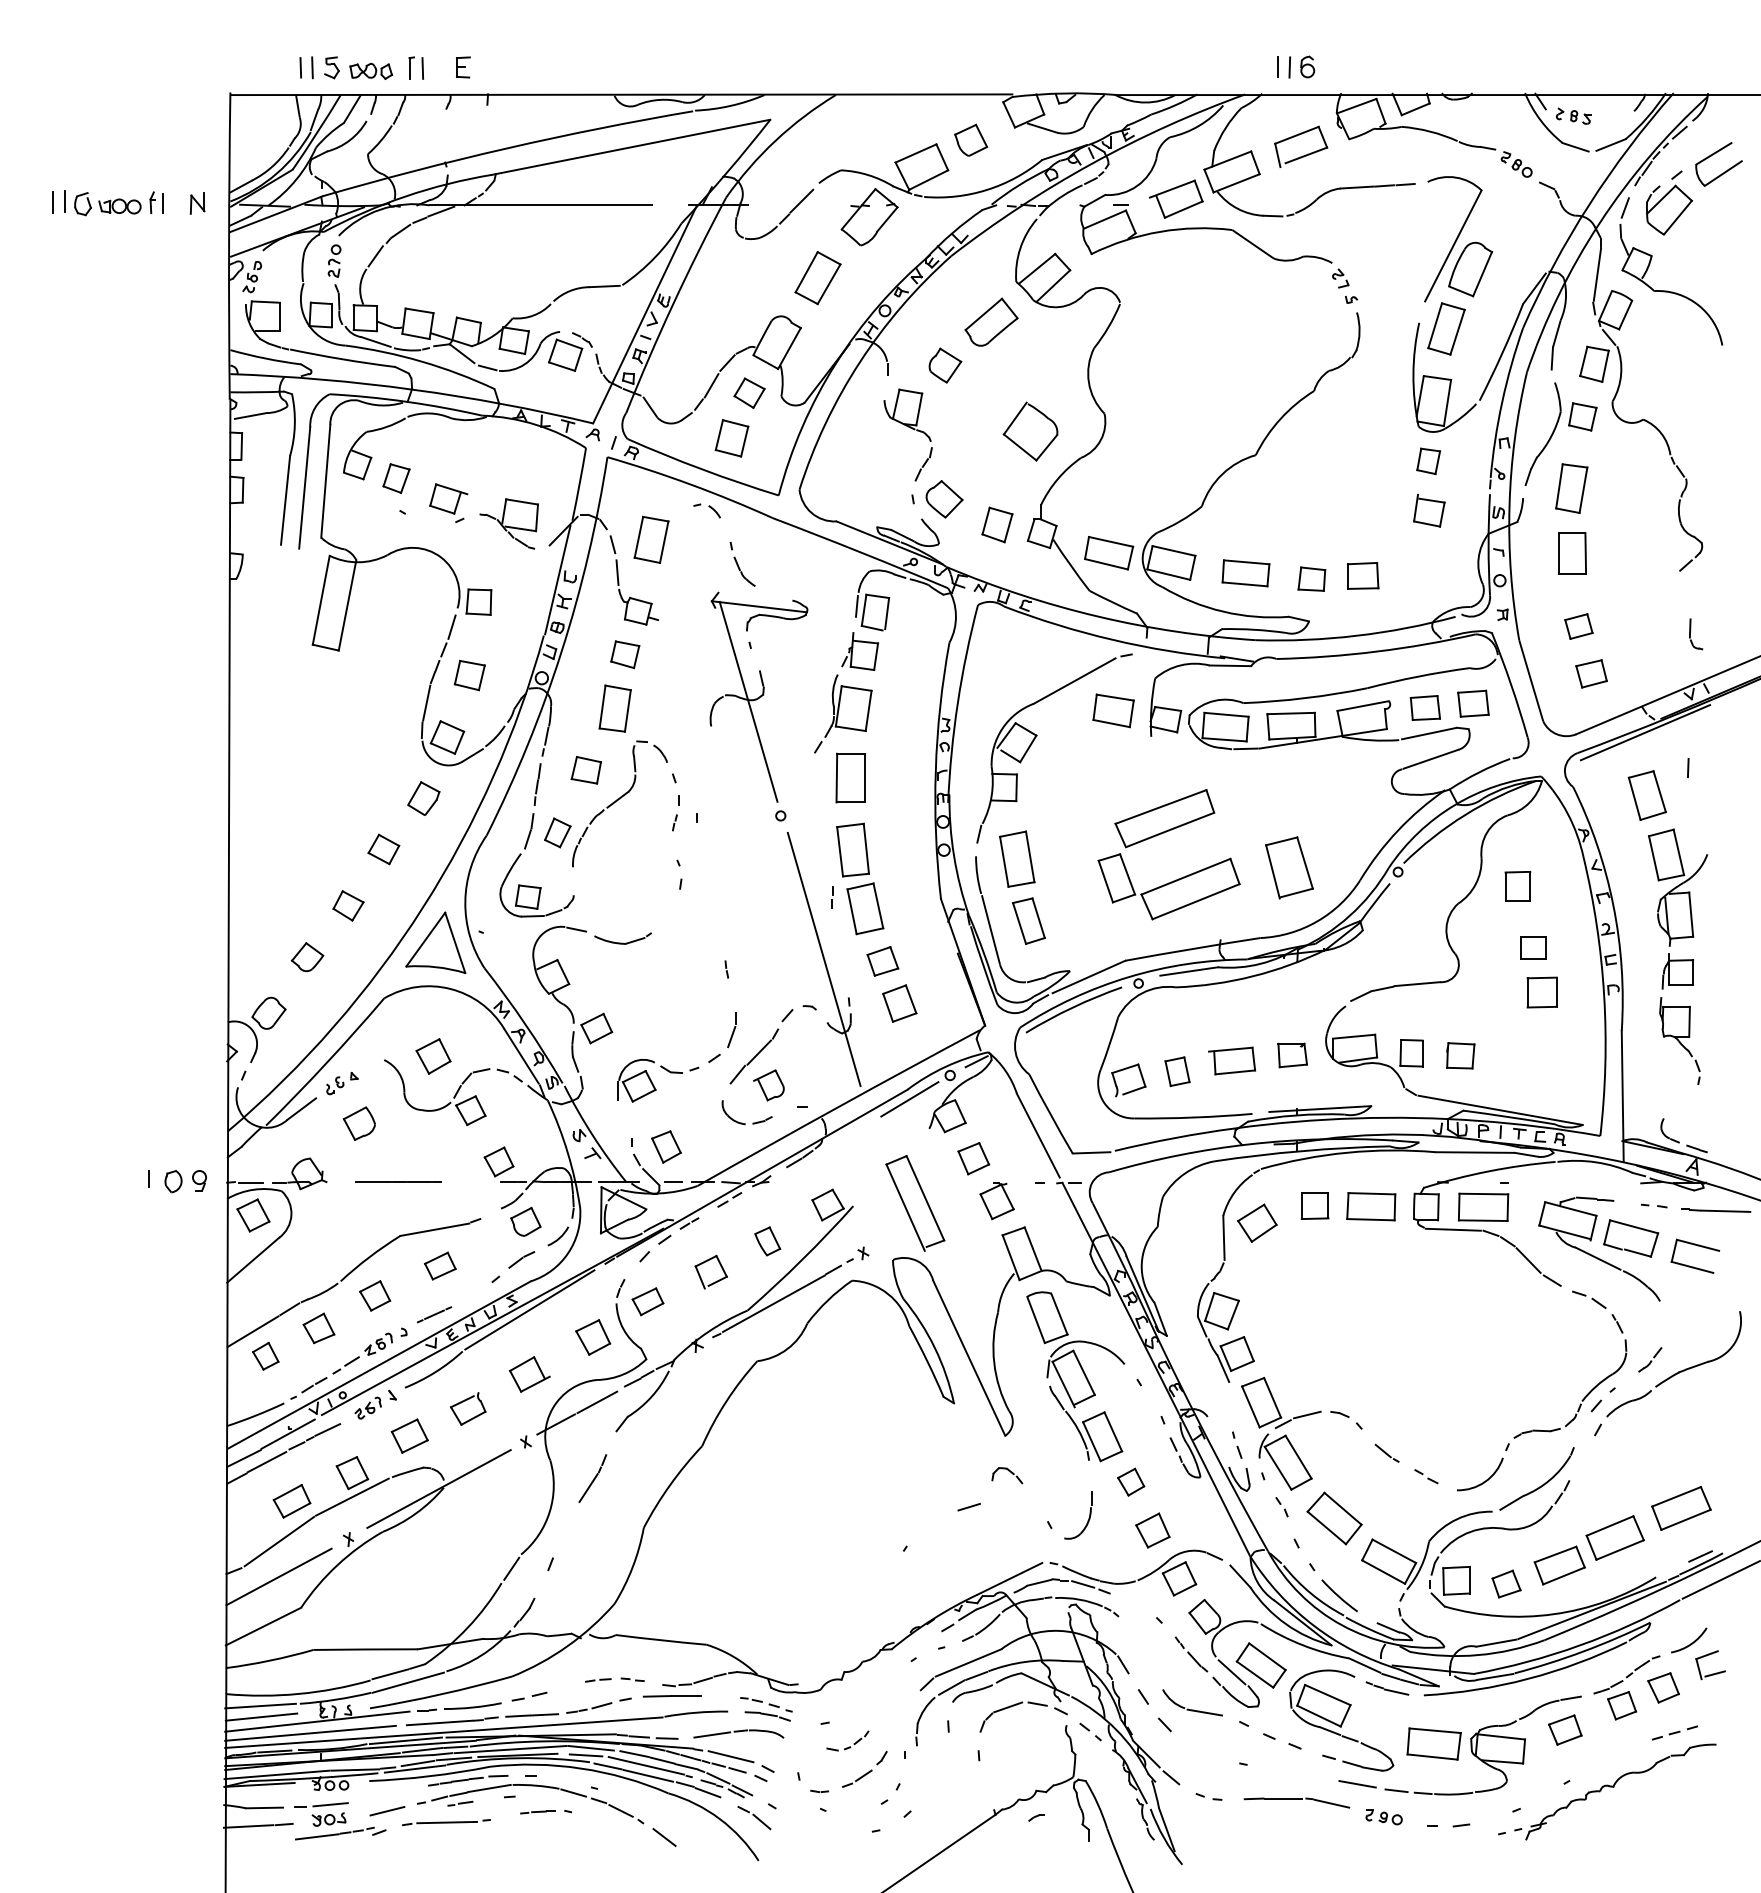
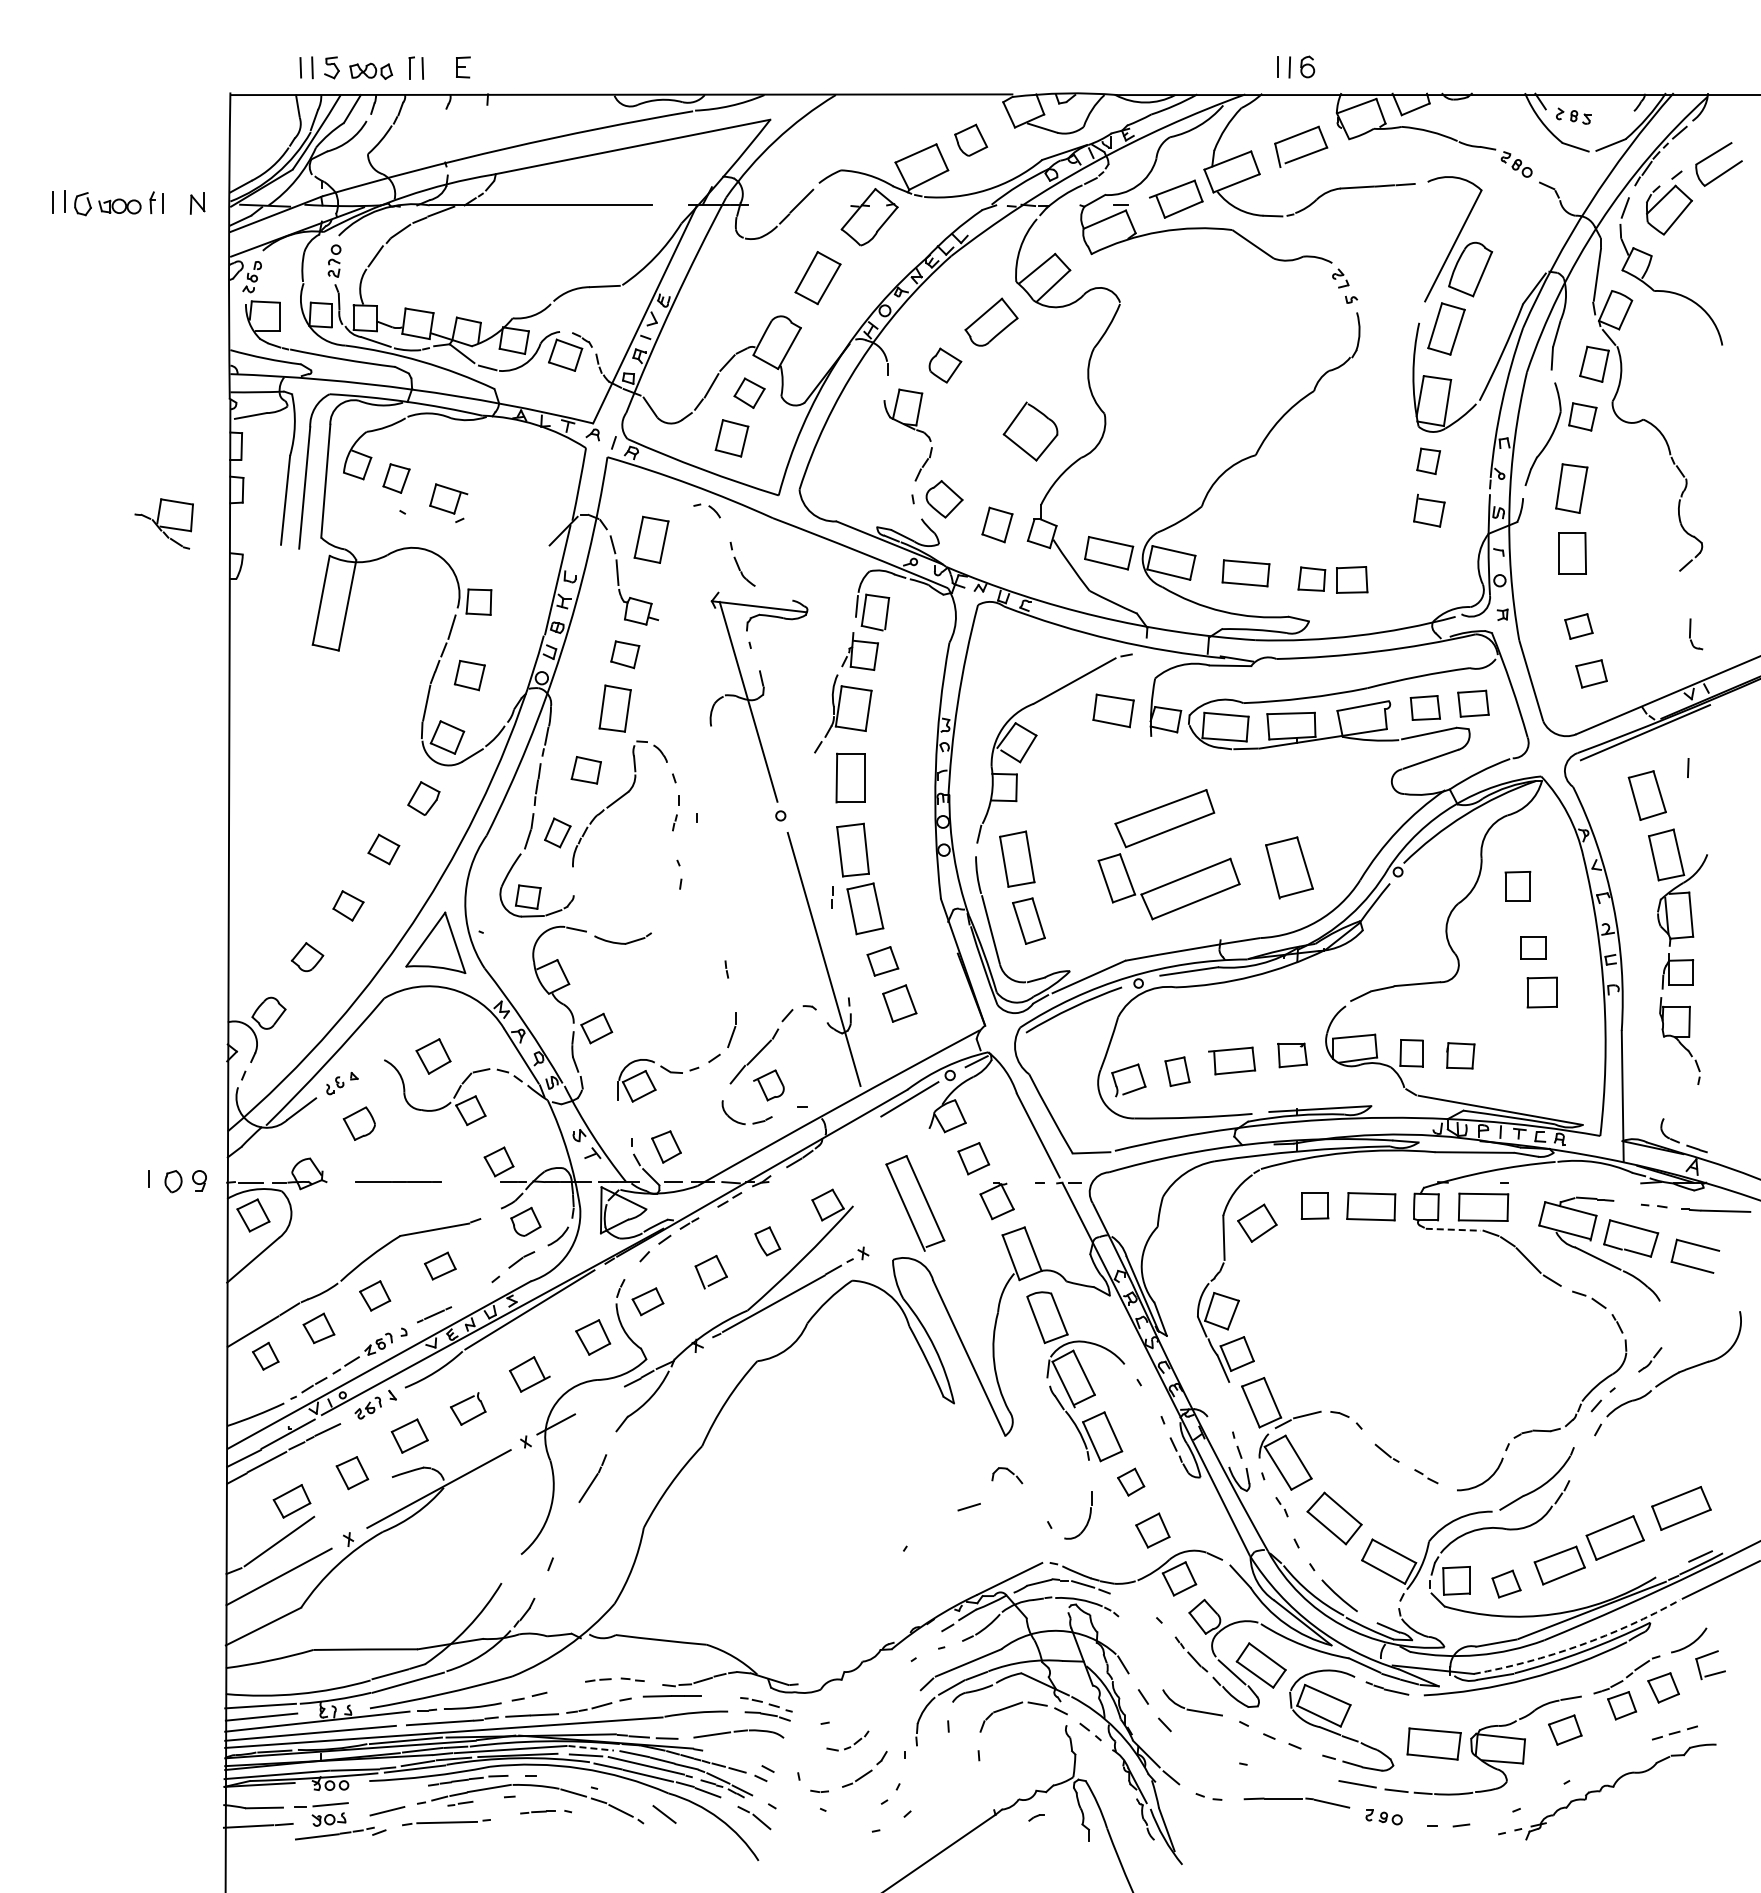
part at (508, 523) position: (508, 523) -> (163, 523)
part at (1363, 575) position: (1363, 575) -> (1352, 579)
line at (1453, 1229): solid -> dashed
line at (597, 1402): present -> none
line at (352, 1496): present -> none
line at (511, 1568): present -> none
arc at (1580, 1645): solid -> dashed
line at (591, 1748): solid -> dashed
line at (730, 1756): present -> none
line at (664, 1837) position: (664, 1837) -> (664, 1814)
